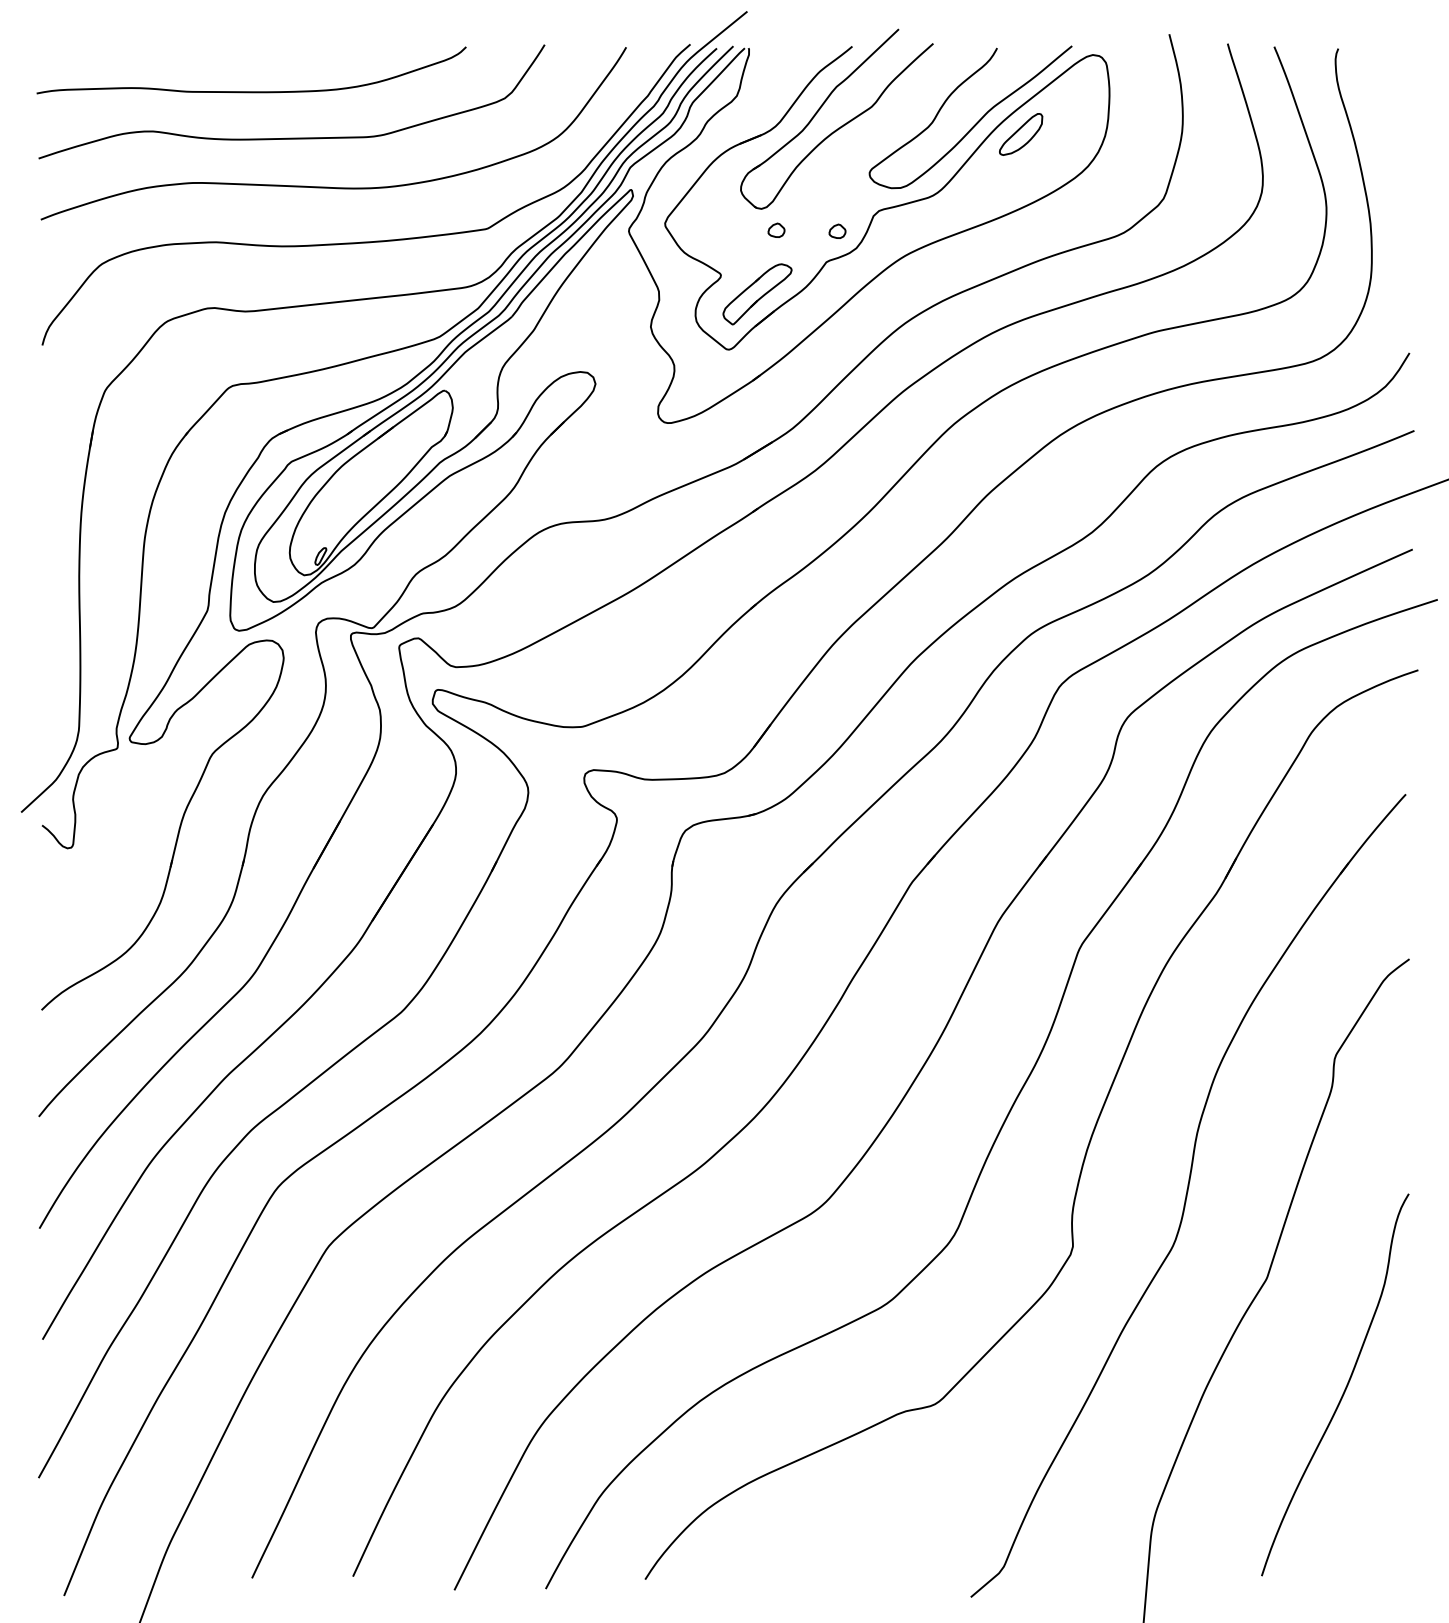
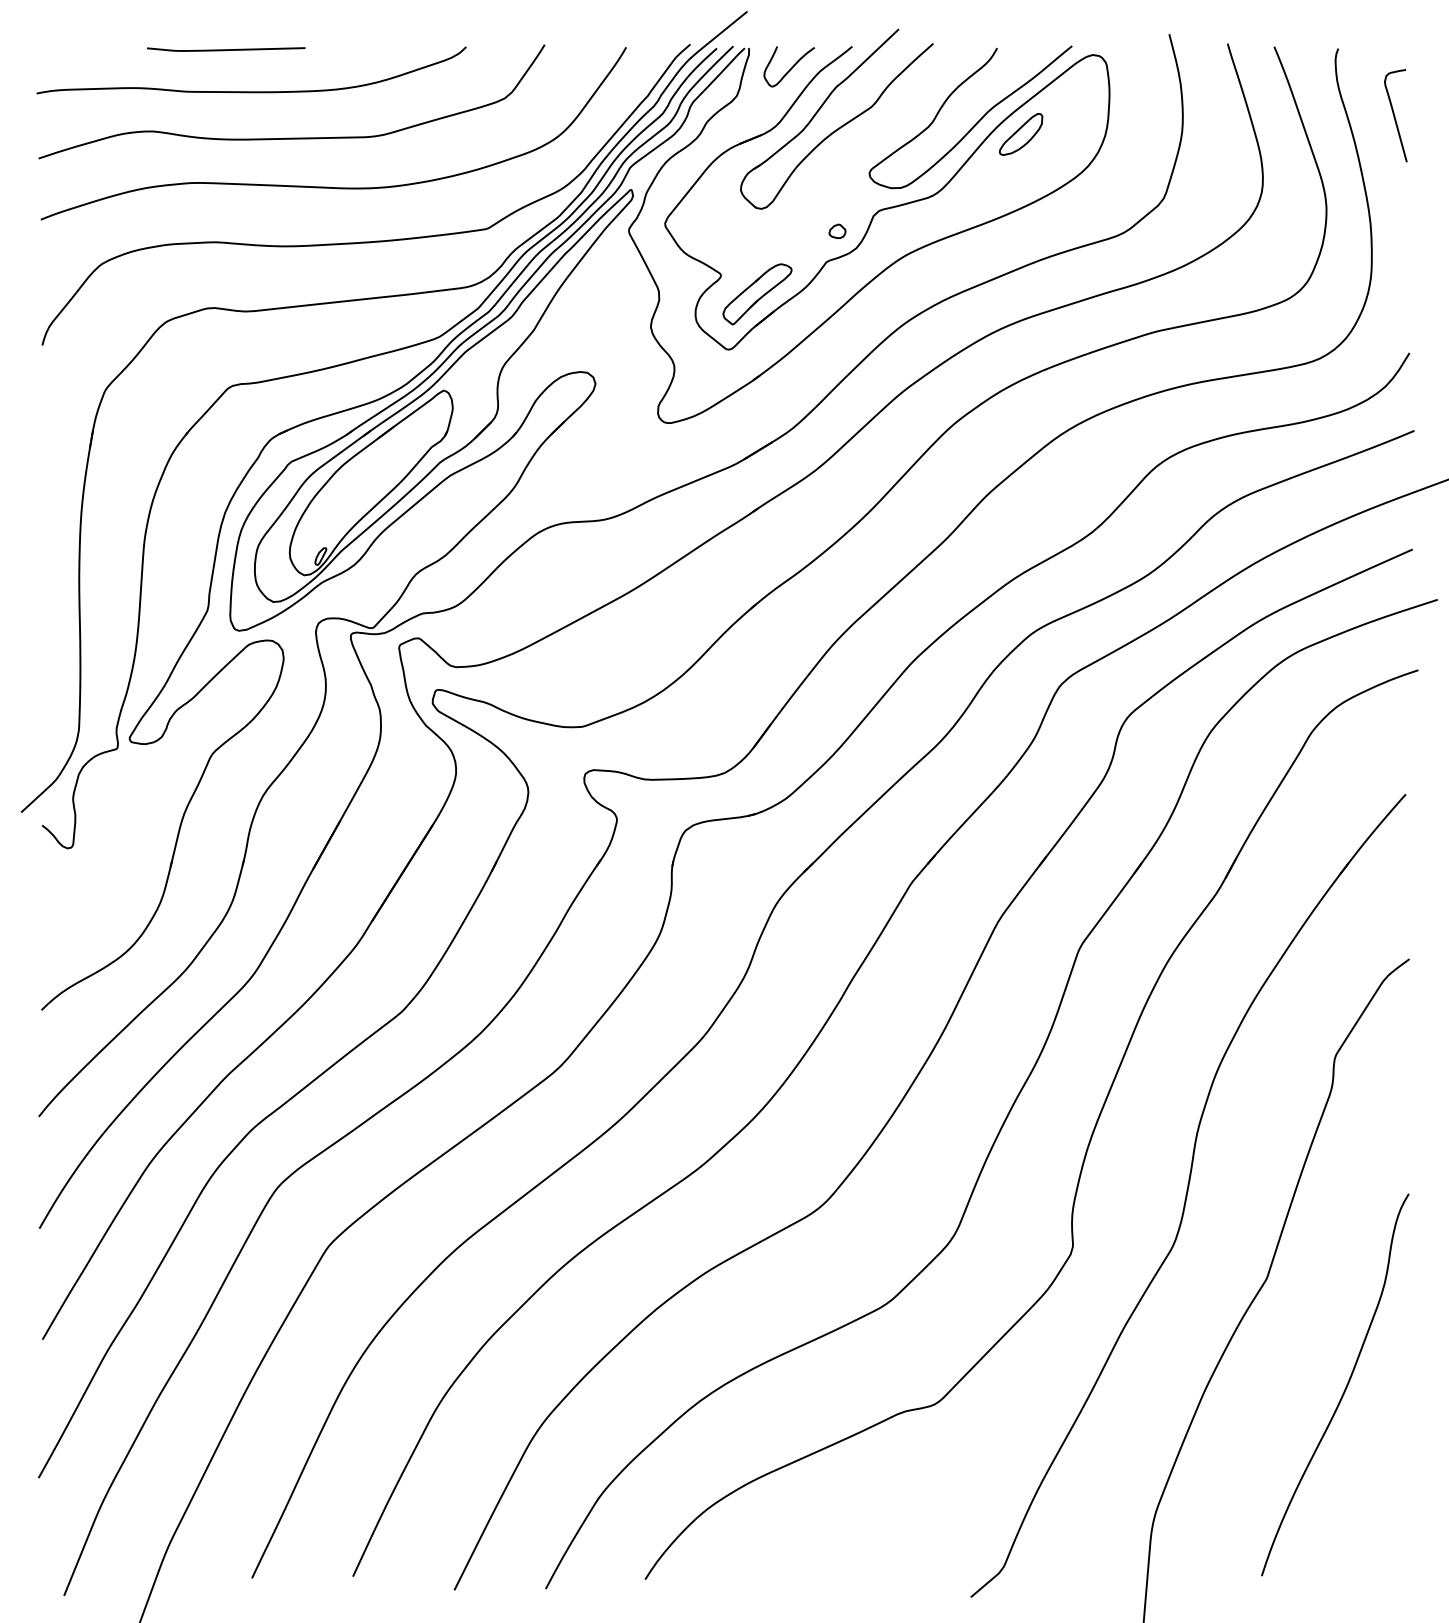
curve at (226, 49): none -> present
curve at (790, 68): none -> present
curve at (1394, 115): none -> present
part at (776, 229): present -> none
